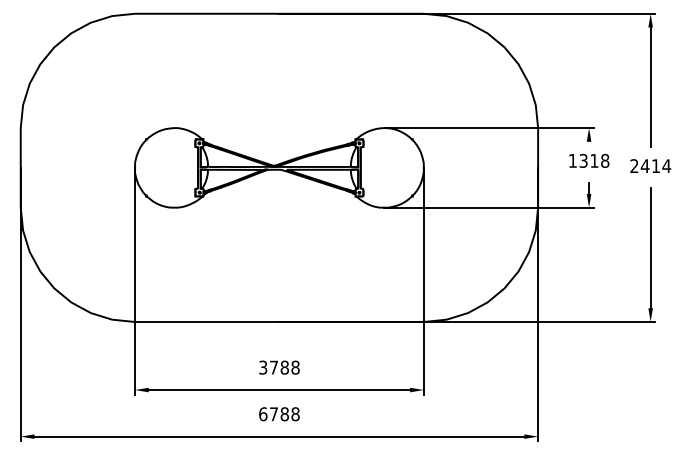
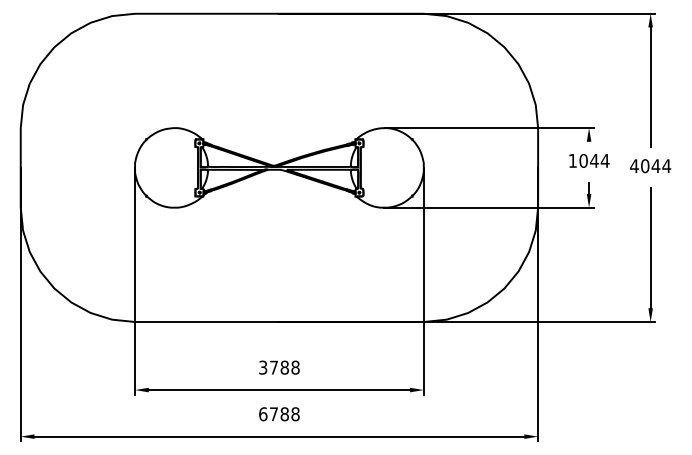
text at (594, 160): 1318 -> 1044
text at (645, 166): 2414 -> 4044
